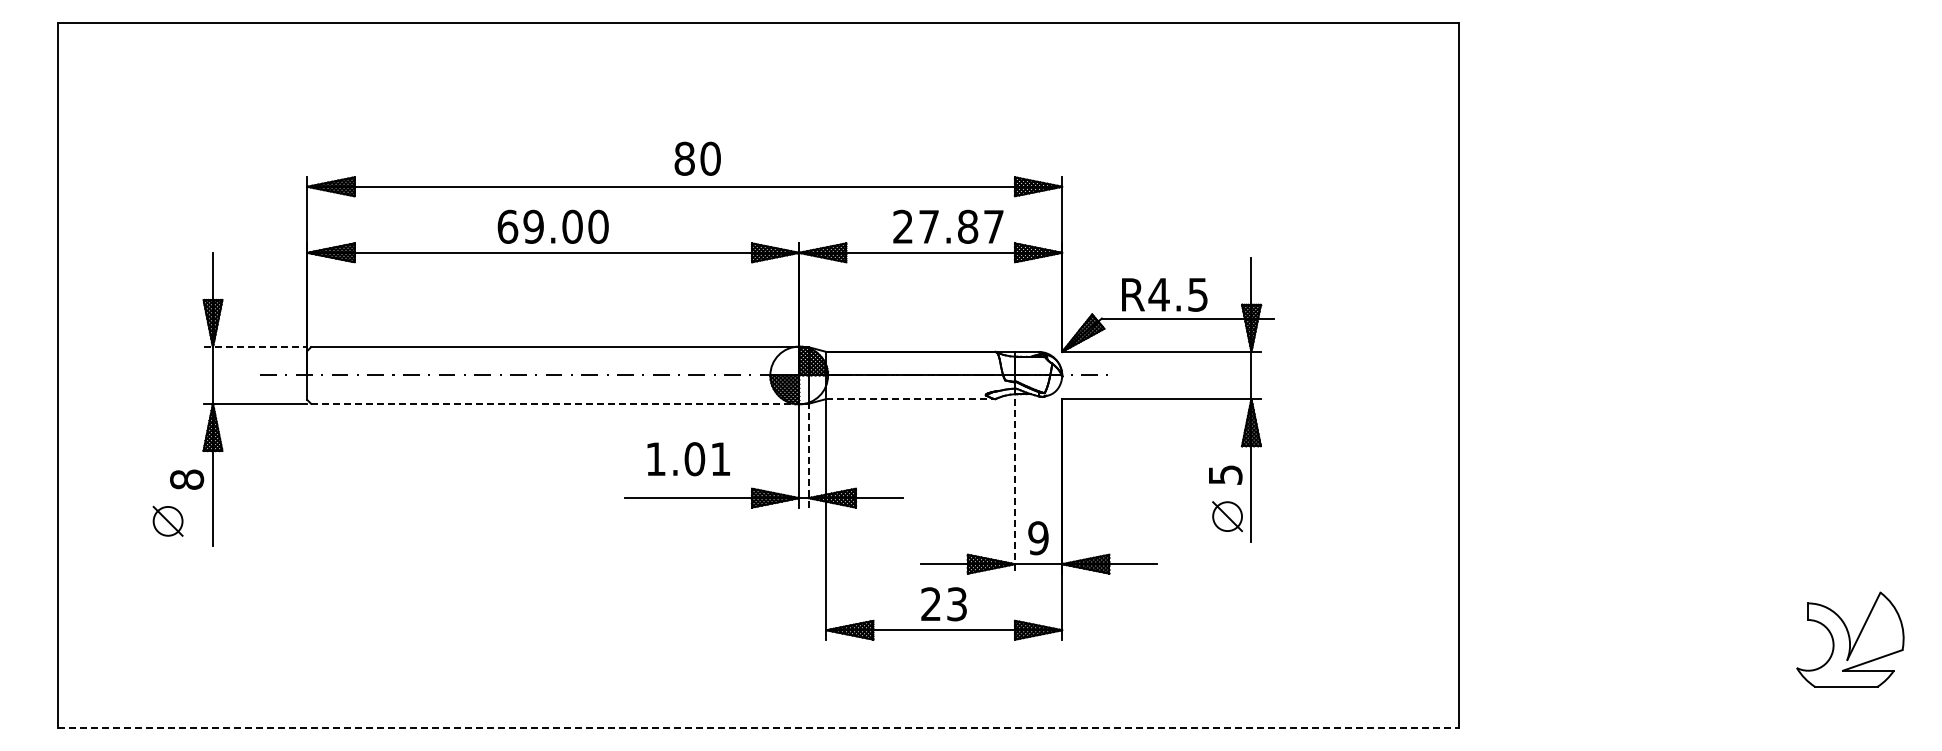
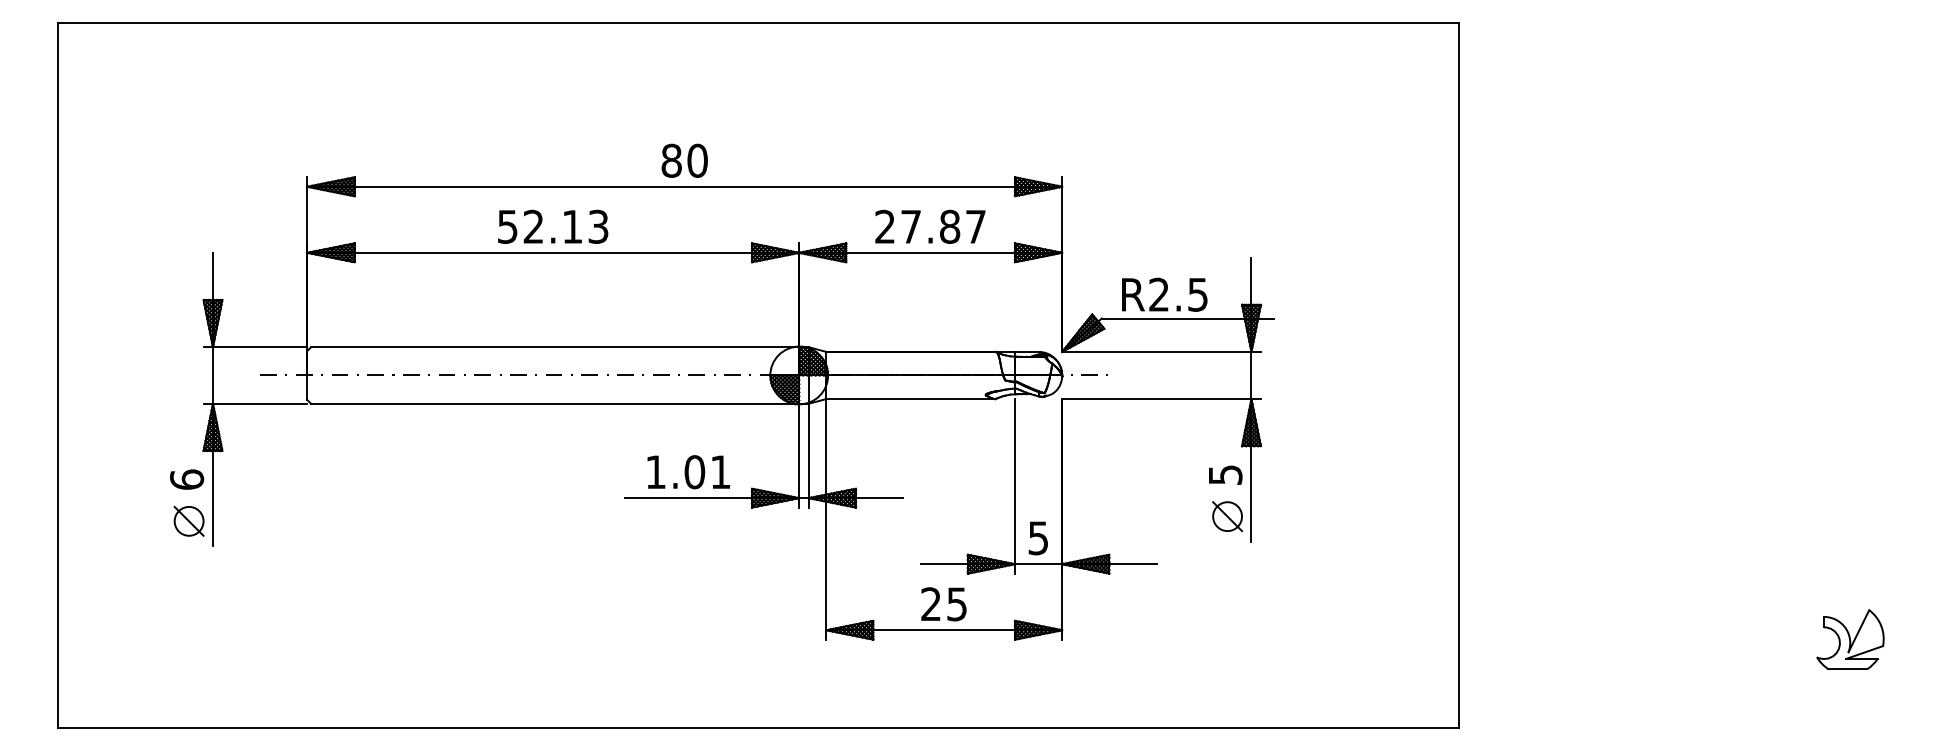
text at (697, 158) position: (697, 158) -> (684, 160)
text at (552, 226): 69.00 -> 52.13
text at (948, 226) position: (948, 226) -> (930, 226)
text at (1158, 294): R4.5 -> R2.5
line at (255, 347): dashed -> solid
line at (911, 399): dashed -> solid
line at (555, 403): dashed -> solid
line at (808, 455): dashed -> solid
text at (688, 459) position: (688, 459) -> (688, 472)
text at (186, 479): 8 -> 6
line at (1015, 486): dashed -> solid
part at (167, 520) position: (167, 520) -> (188, 520)
text at (1038, 538): 9 -> 5
text at (957, 603): 23 -> 25
part at (1850, 639) size: 109x97 px -> 69x61 px
line at (758, 728): dashed -> solid
